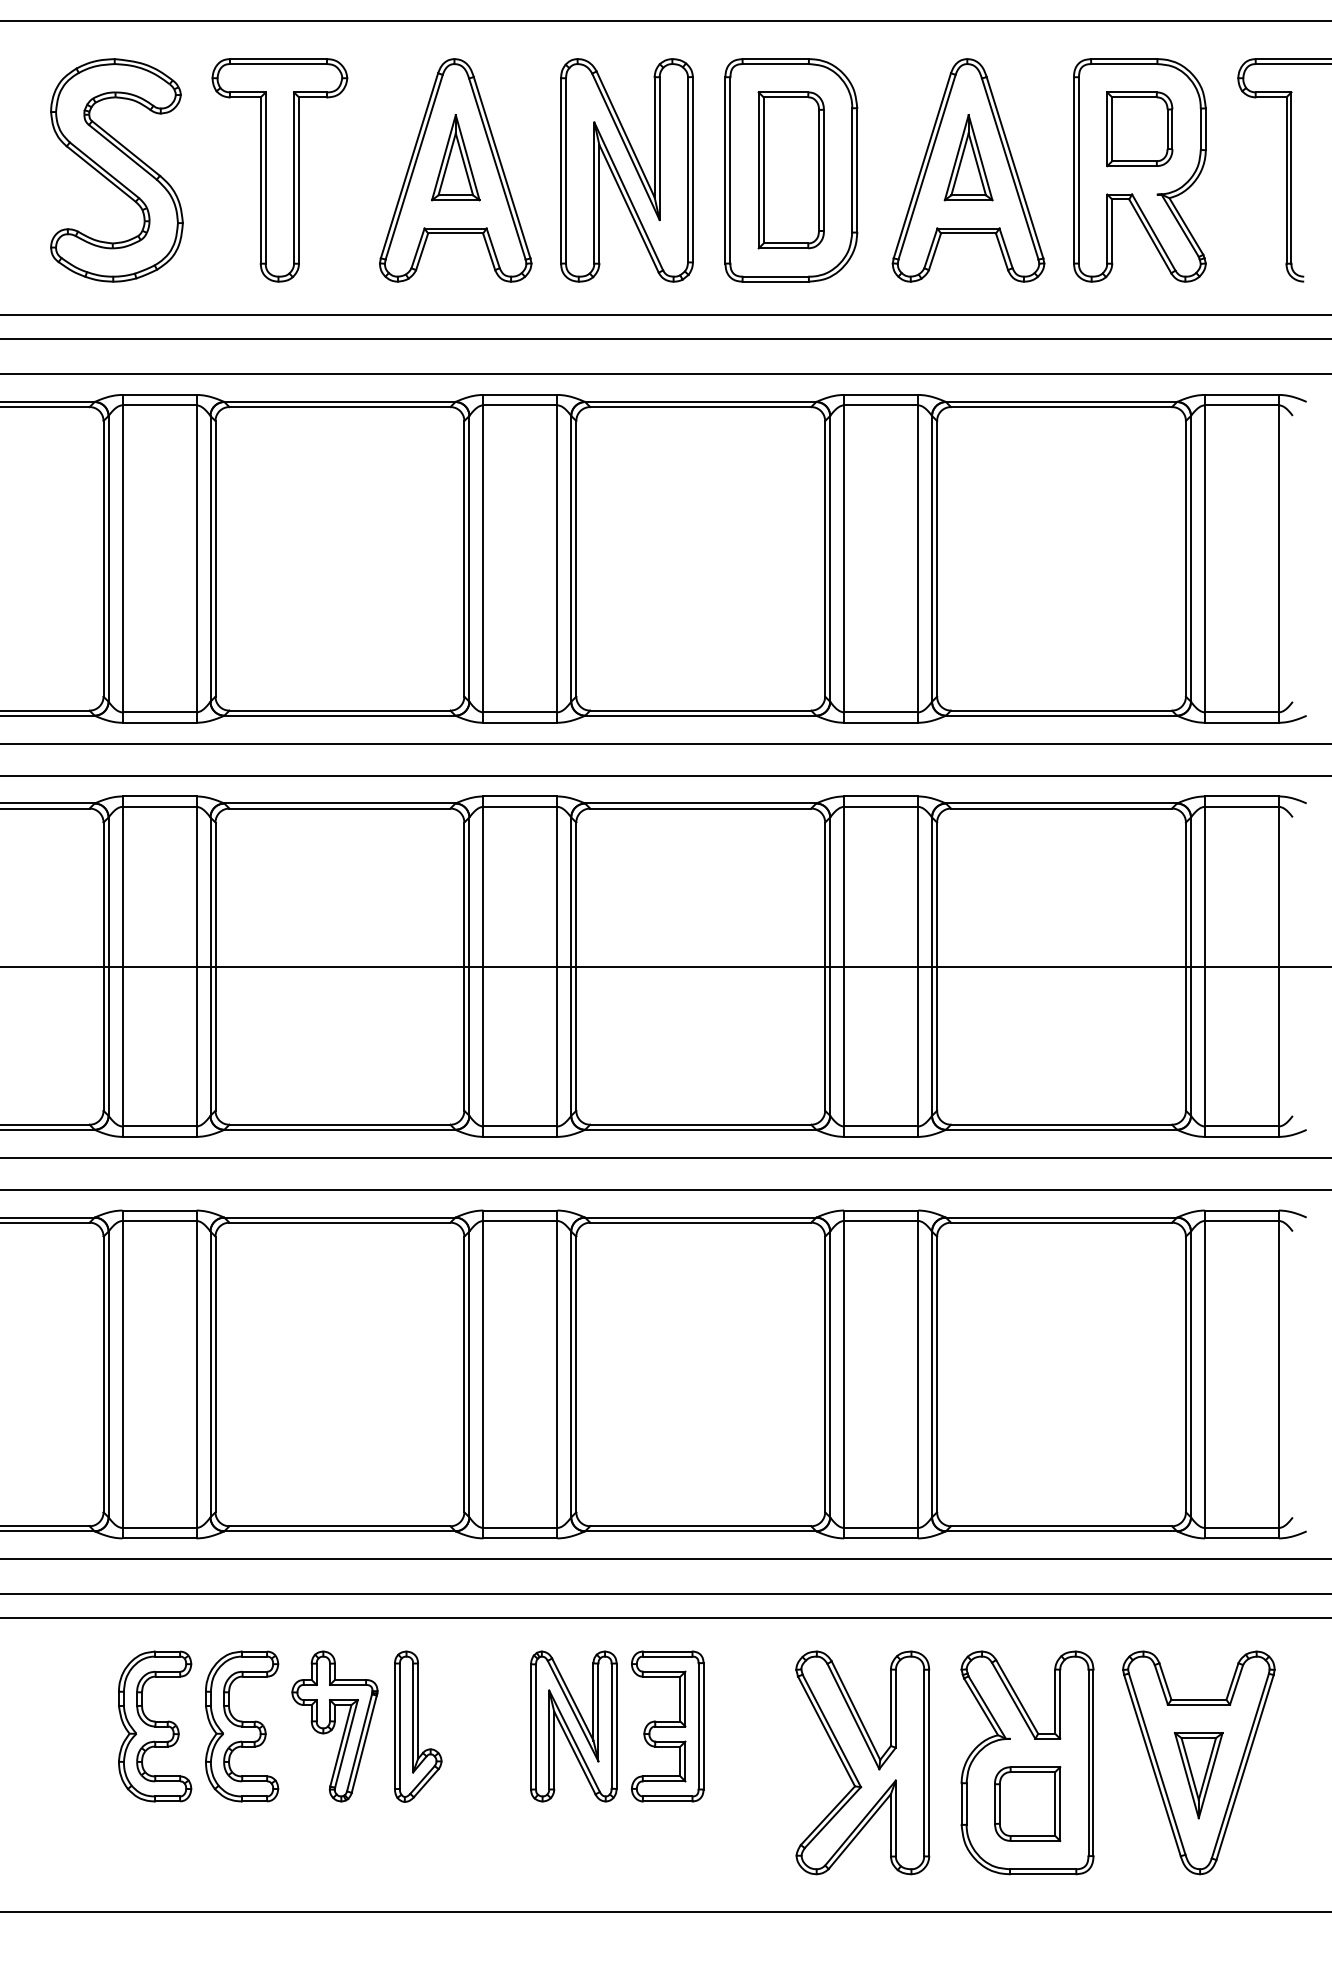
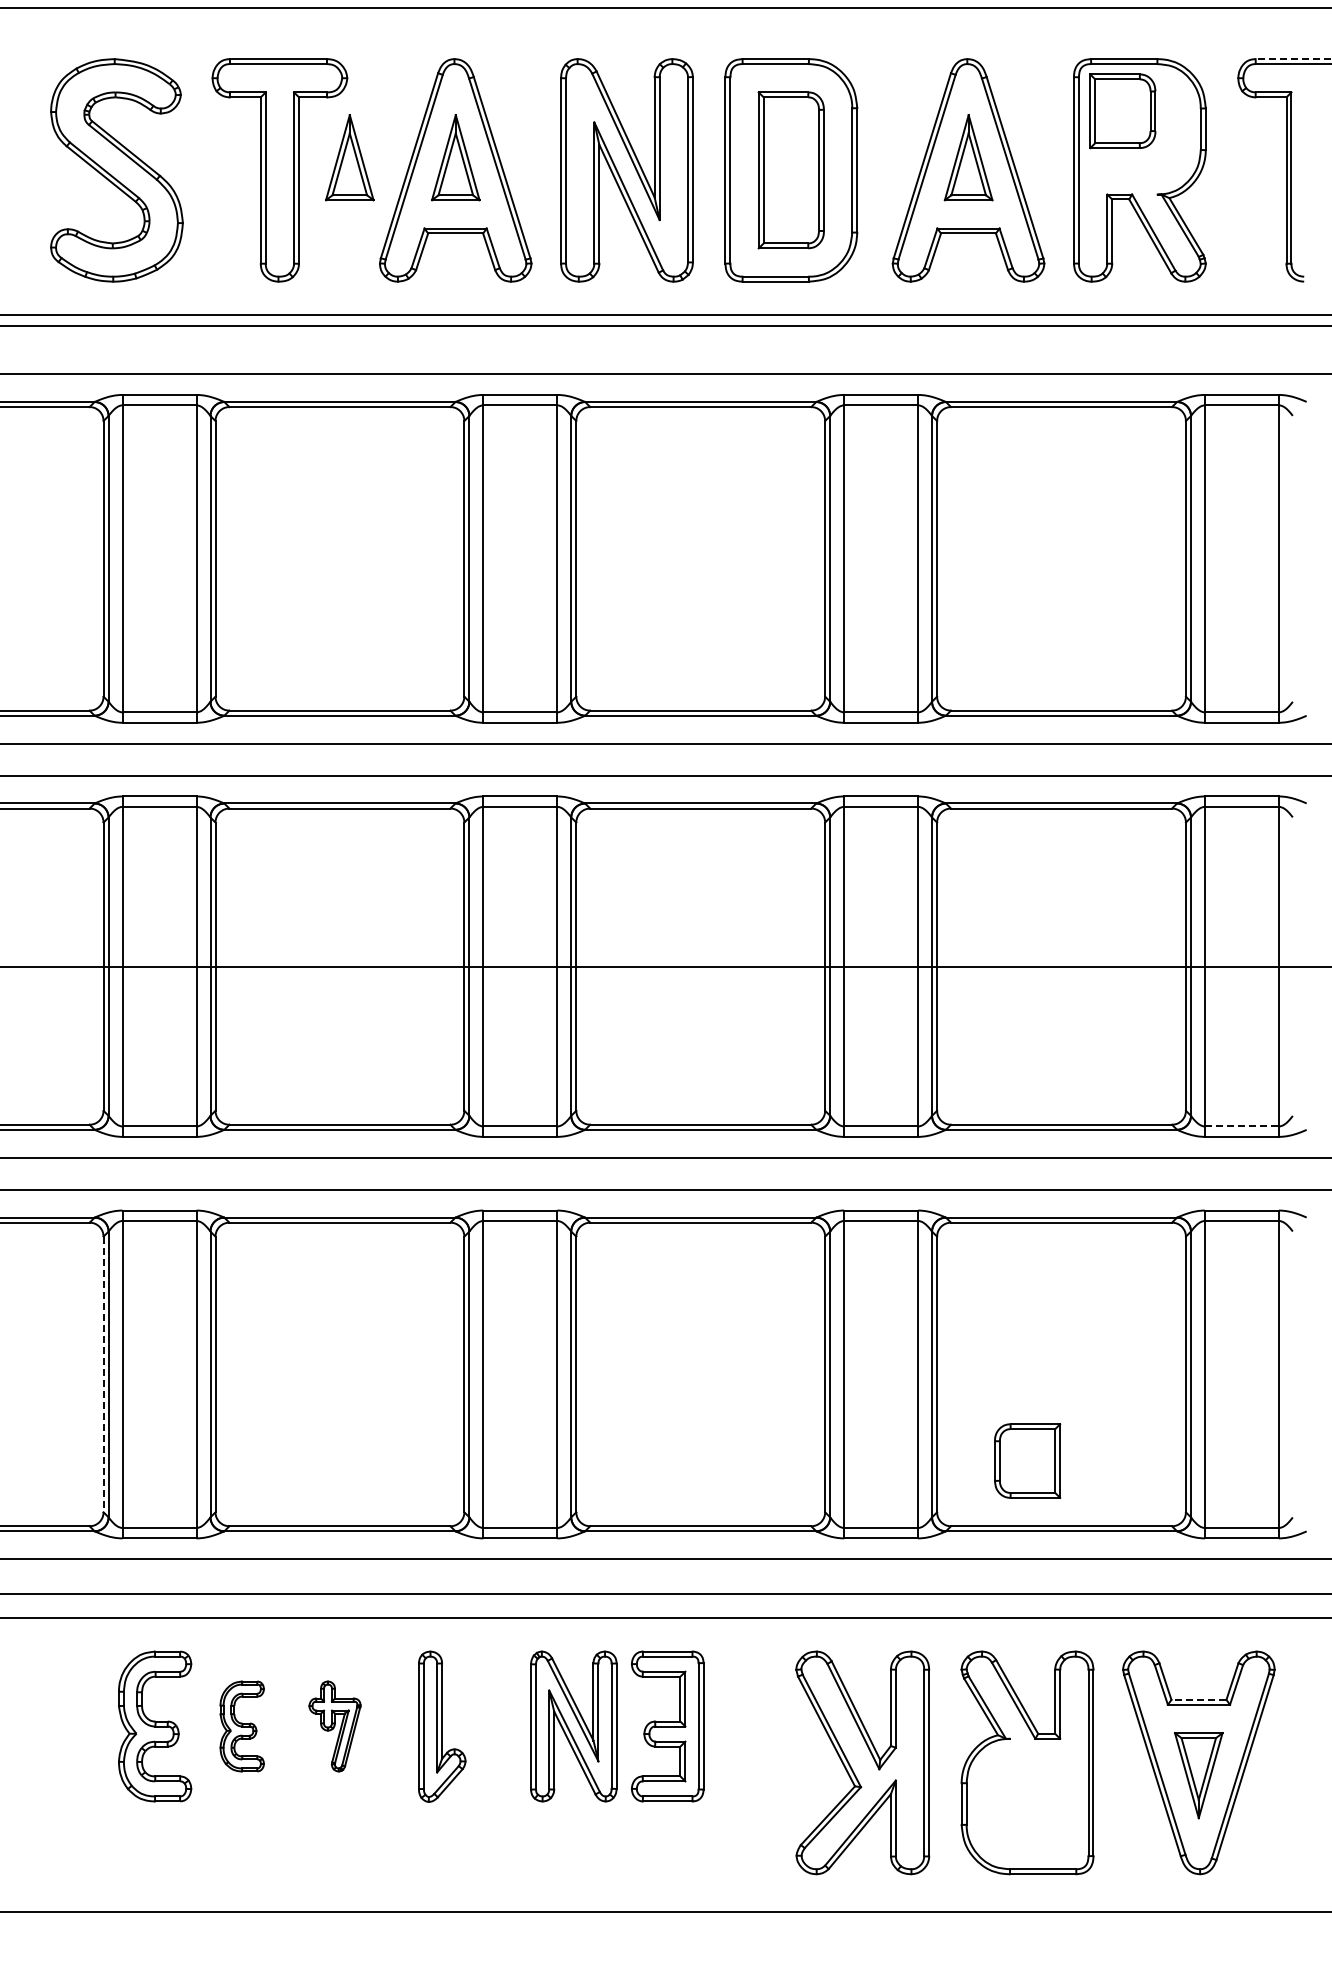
line at (665, 21) position: (665, 21) -> (665, 8)
line at (1293, 59): solid -> dashed
part at (1139, 129) position: (1139, 129) -> (1122, 111)
part at (349, 157): none -> present
line at (665, 339) position: (665, 339) -> (665, 326)
line at (1242, 1126): solid -> dashed
line at (103, 1374): solid -> dashed
line at (1198, 1699): solid -> dashed
part at (242, 1726) size: 75x153 px -> 46x93 px
part at (334, 1726) size: 88x153 px -> 54x93 px
part at (418, 1726) position: (418, 1726) -> (442, 1726)
part at (1027, 1803) position: (1027, 1803) -> (1027, 1460)
